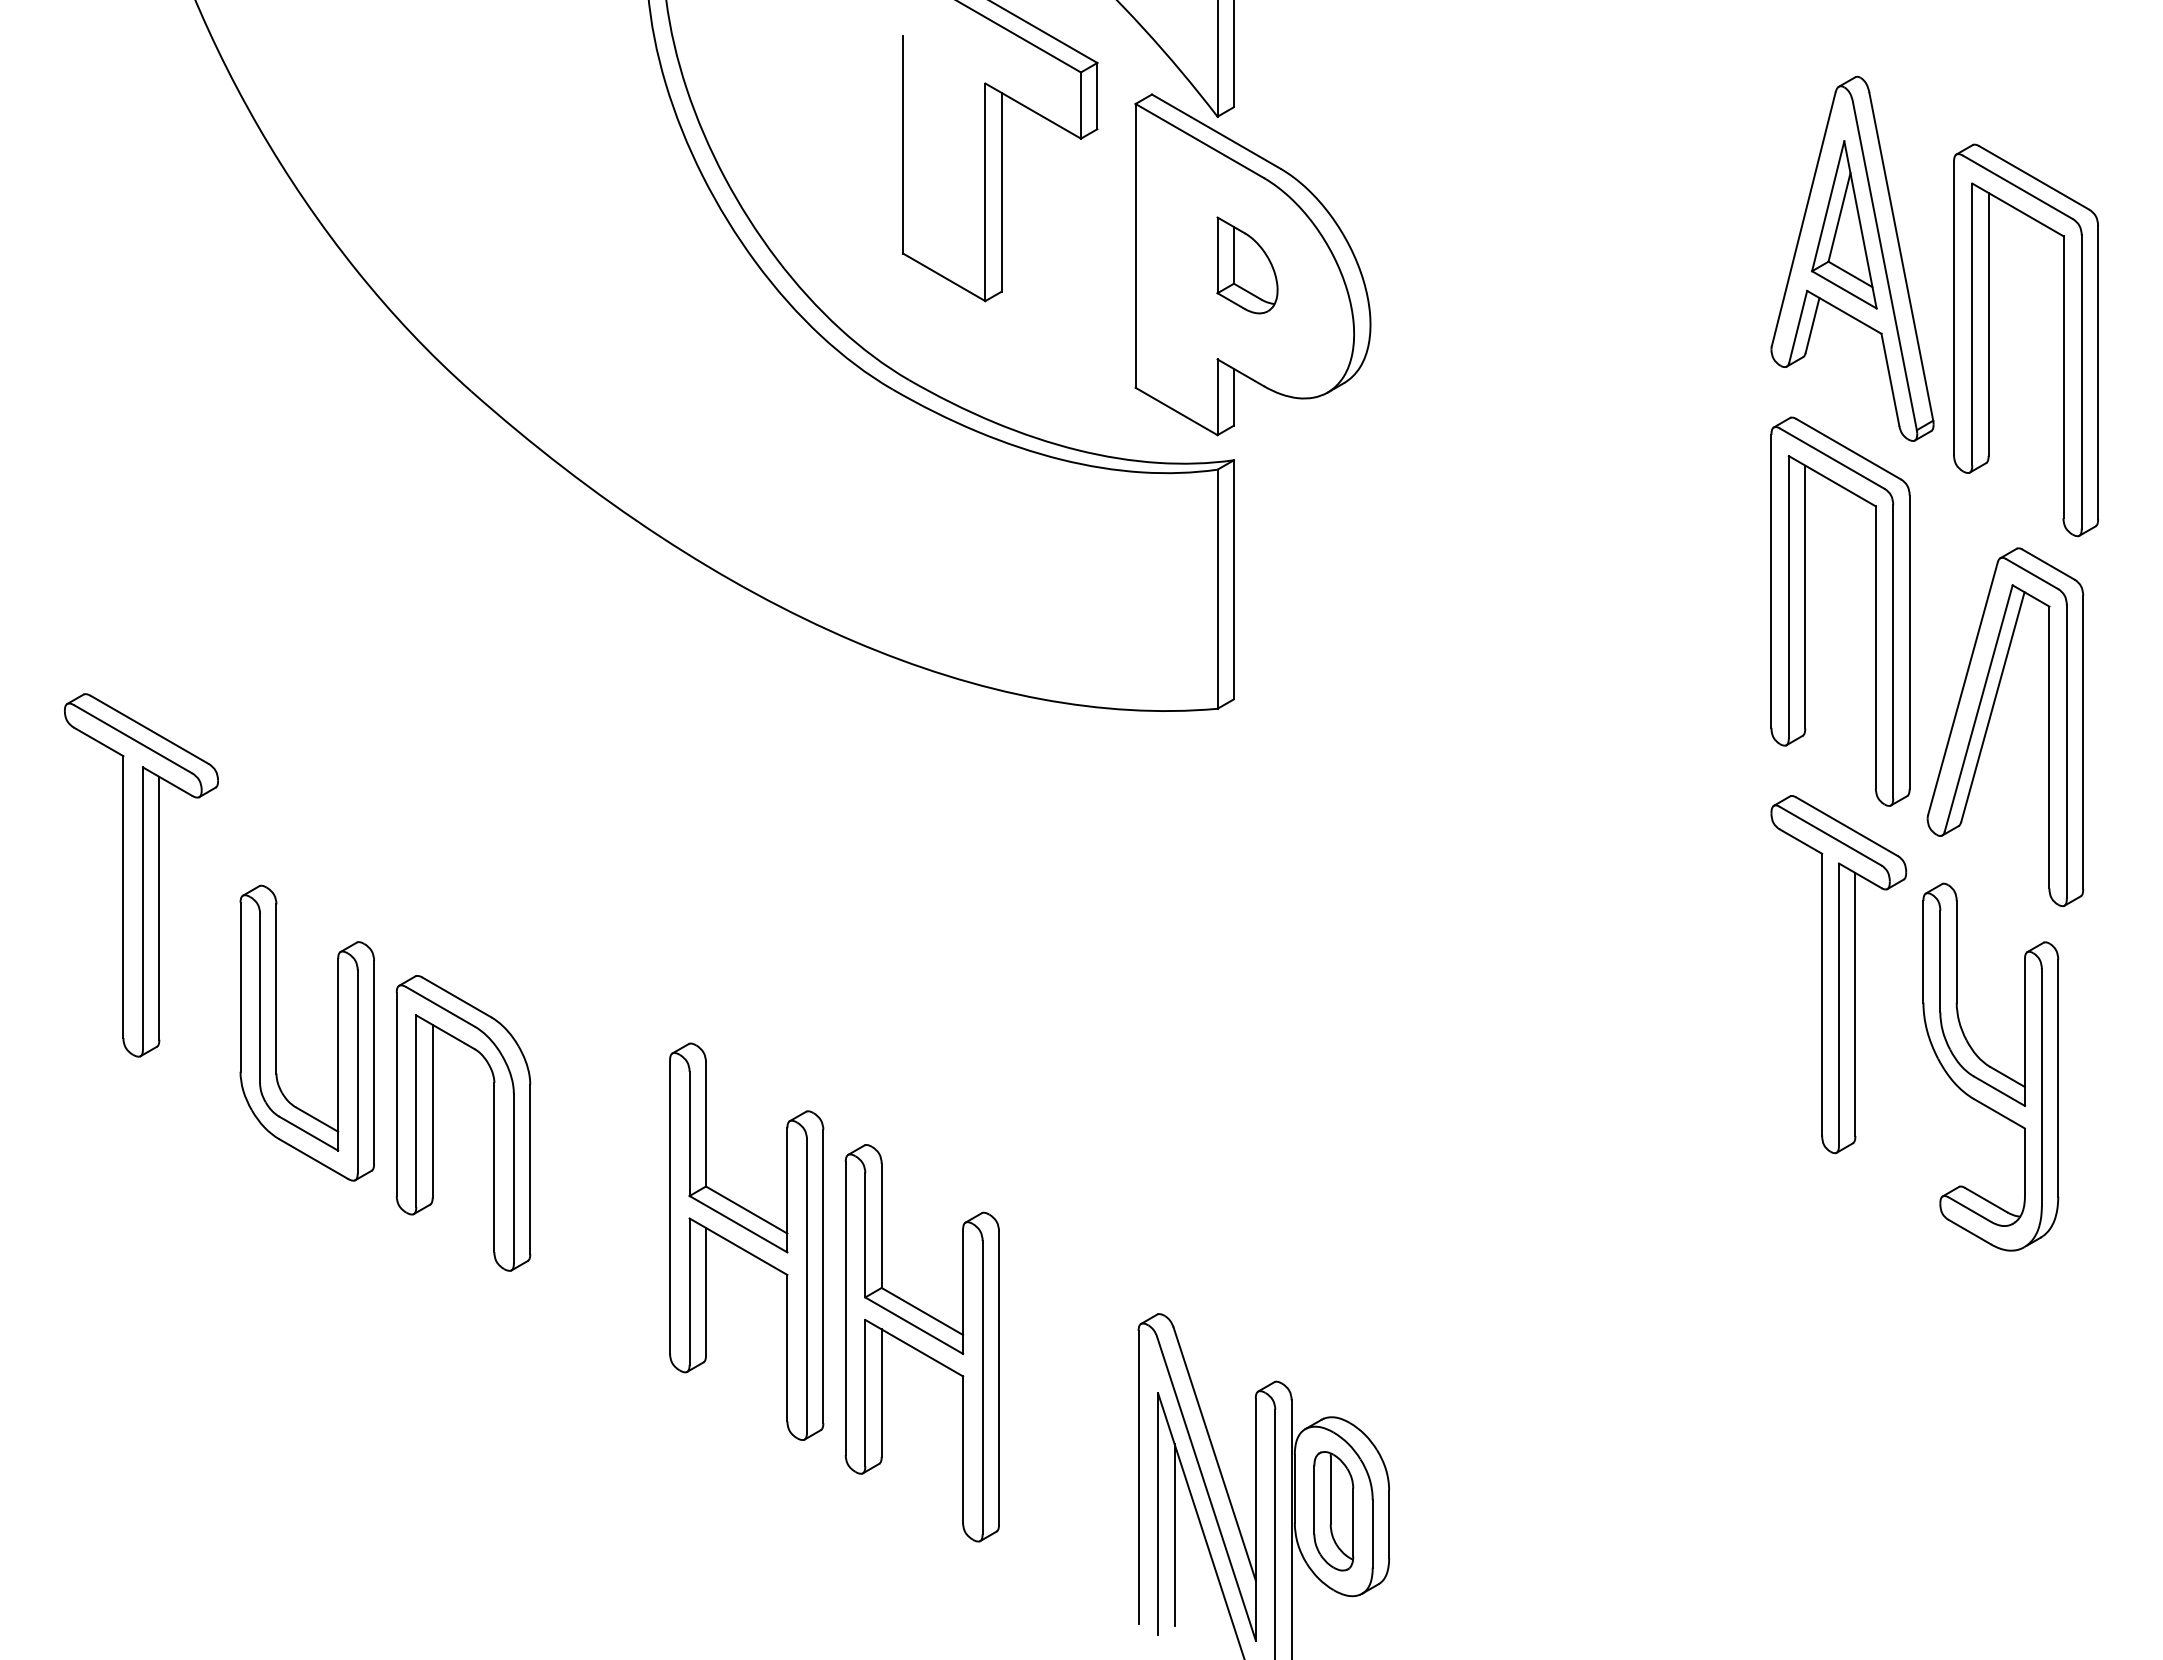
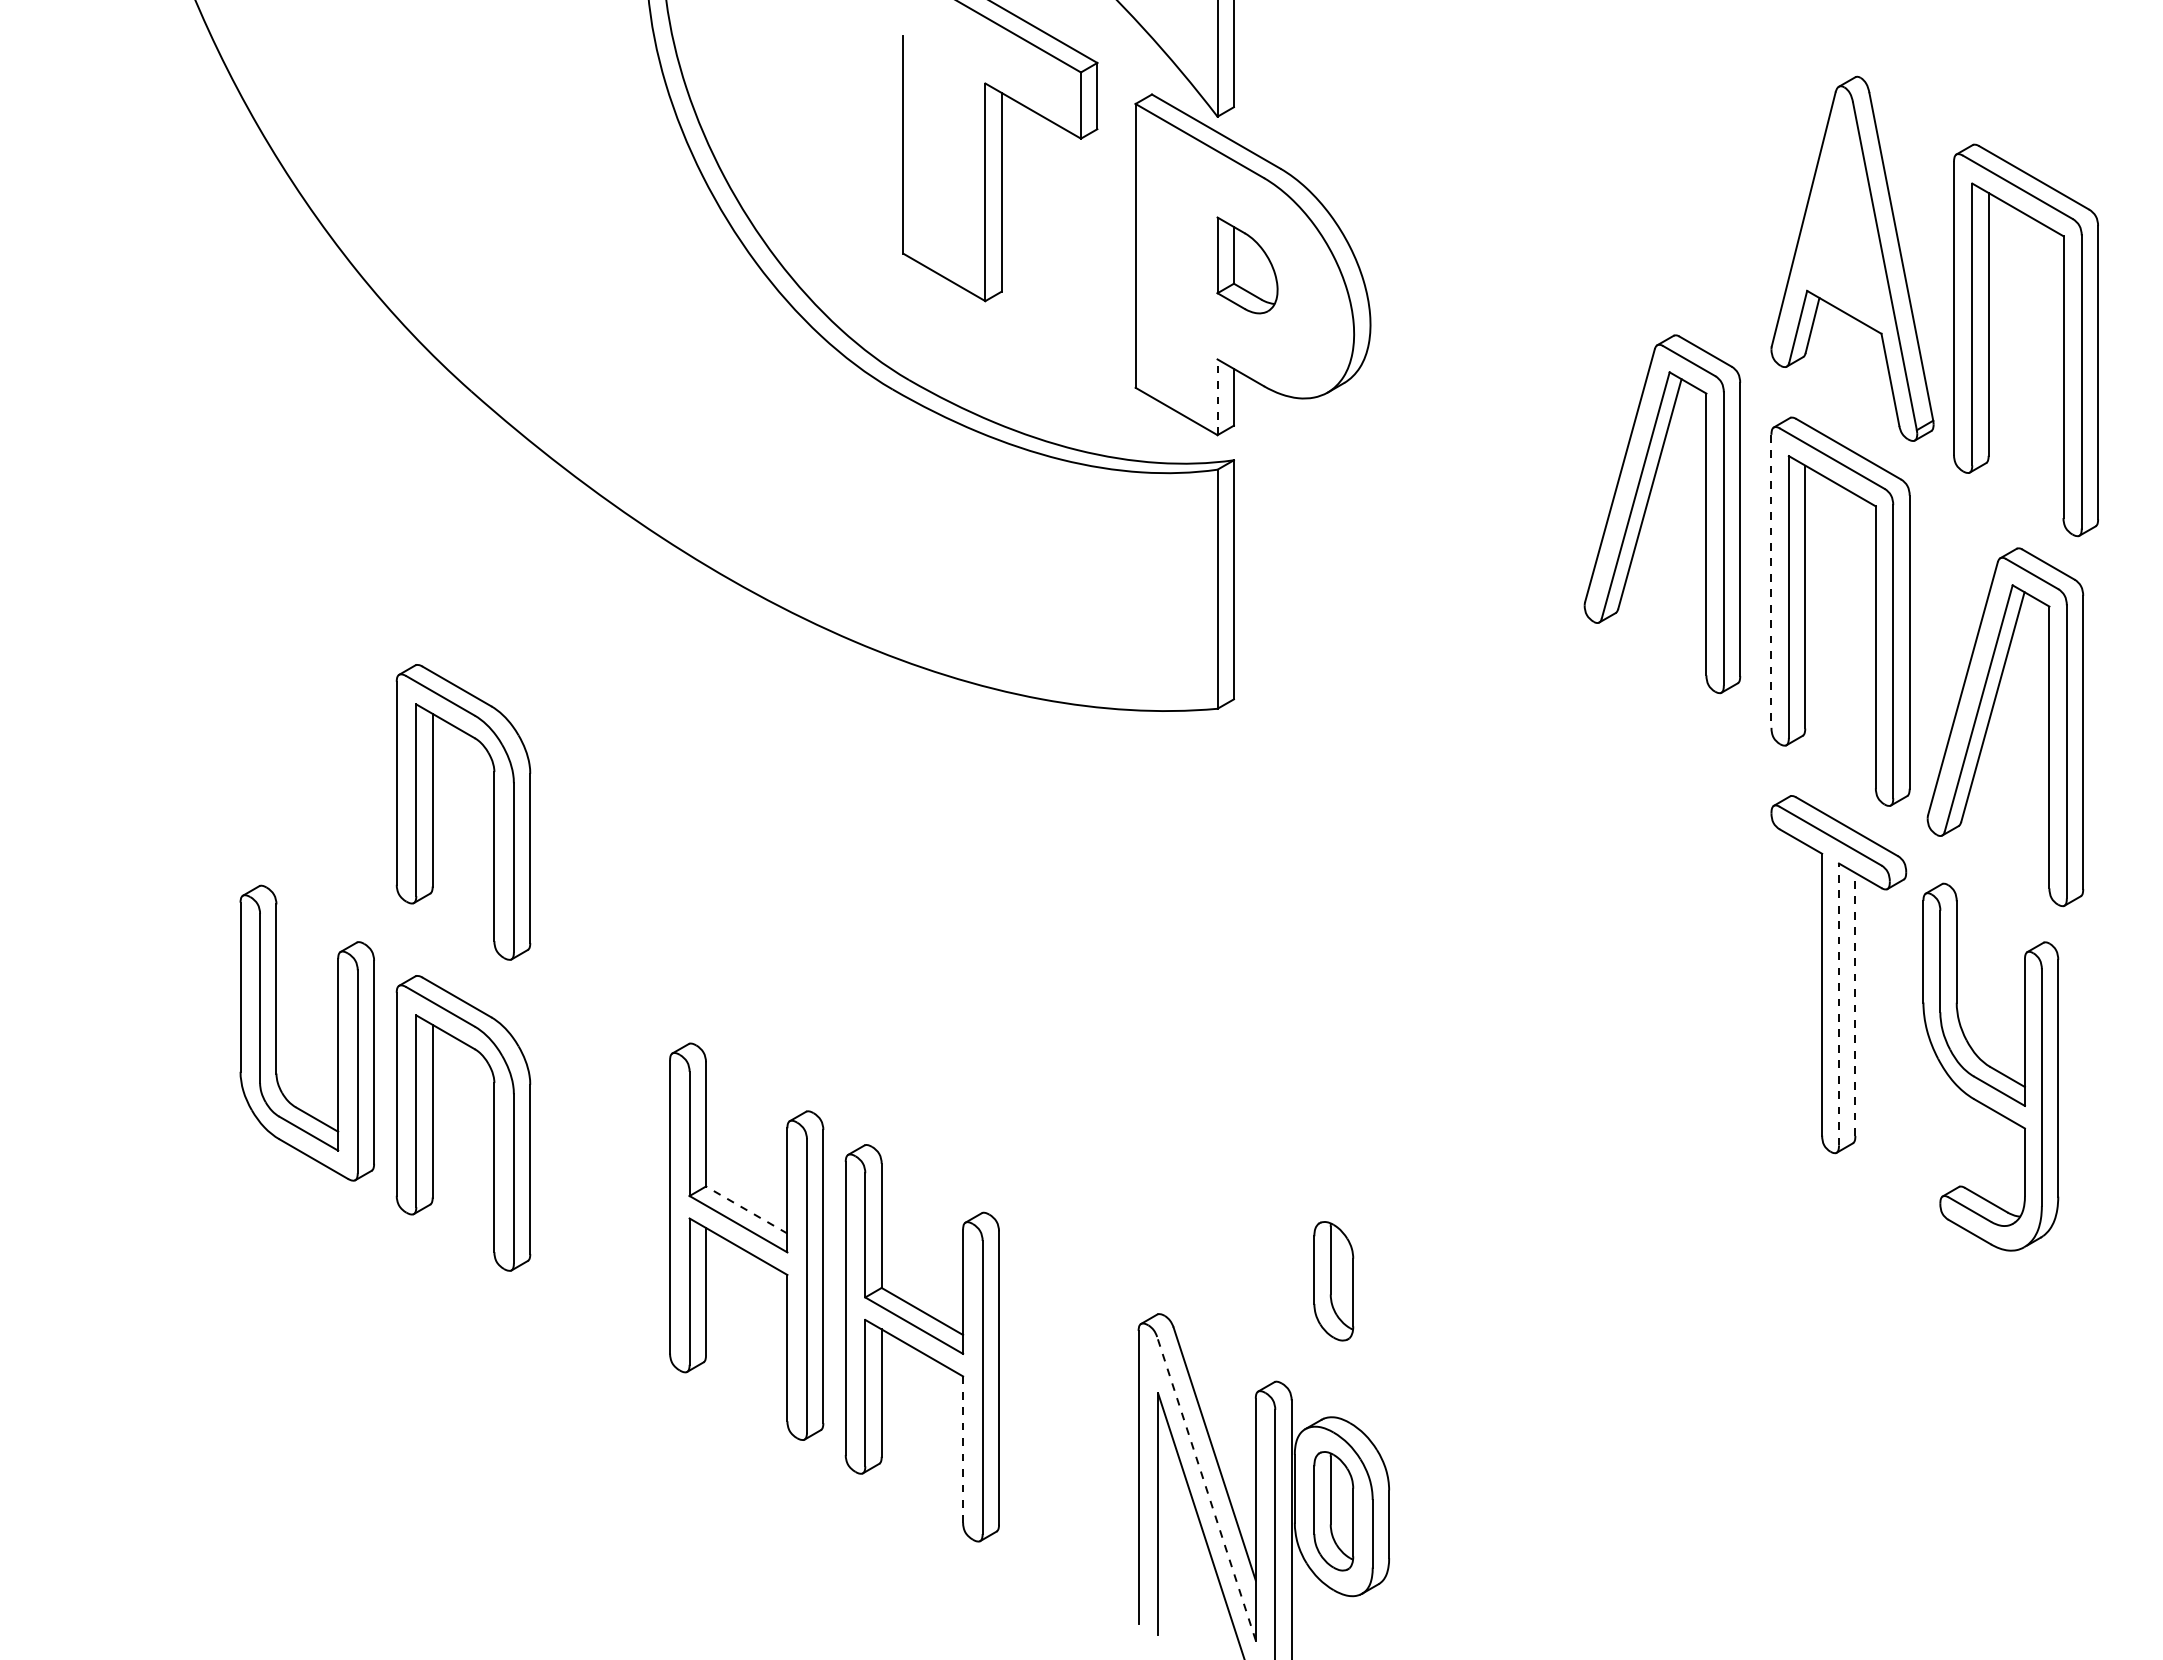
part at (1844, 224): present -> none
line at (1217, 397): solid -> dashed
part at (1646, 511): none -> present
line at (1771, 581): solid -> dashed
part at (433, 812): none -> present
part at (141, 875): present -> none
line at (1855, 1003): solid -> dashed
line at (1839, 1004): solid -> dashed
line at (746, 1209): solid -> dashed
part at (1333, 1281): none -> present
line at (963, 1450): solid -> dashed
line at (1206, 1488): solid -> dashed
line at (1174, 1534): present -> none
